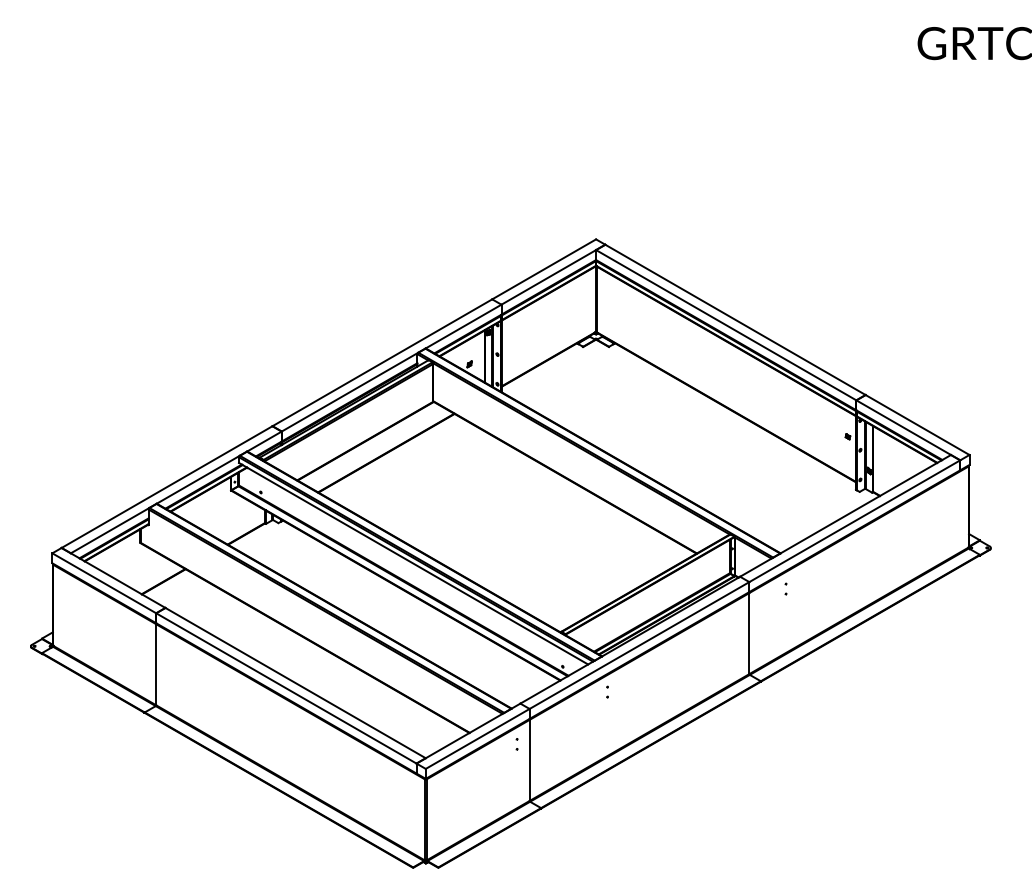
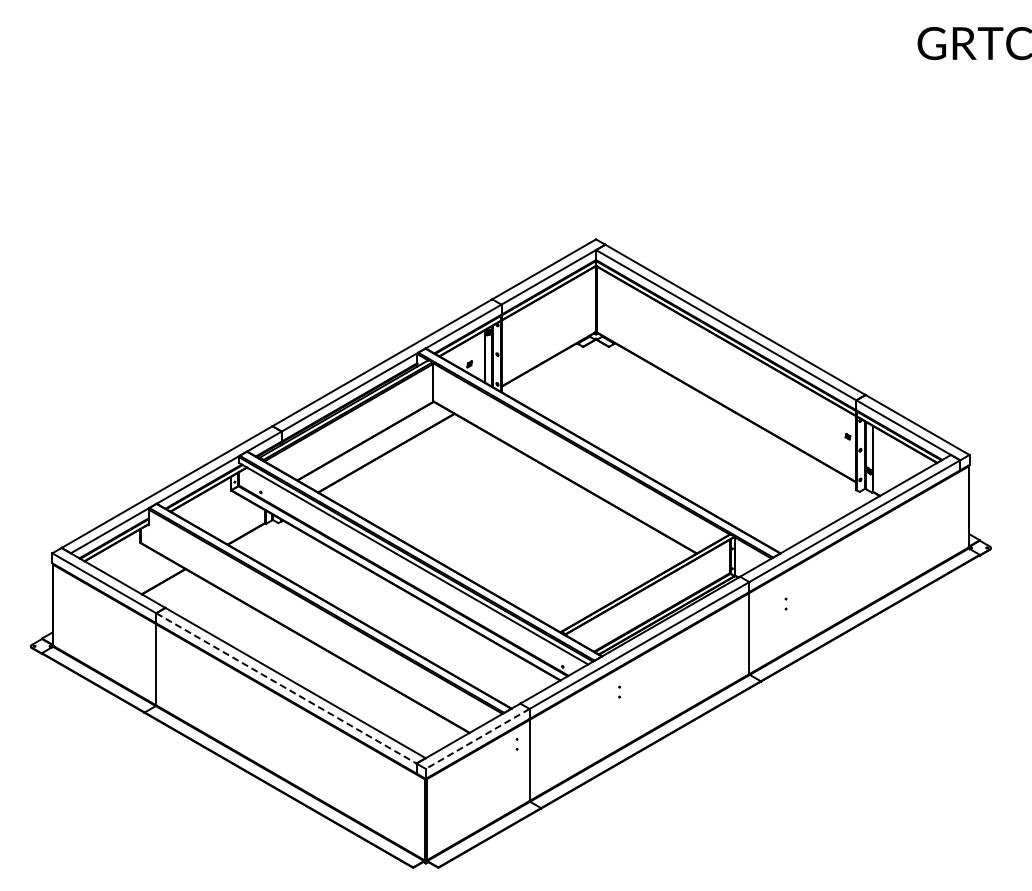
part at (785, 588) position: (785, 588) -> (785, 603)
line at (286, 688): solid -> dashed
part at (607, 691) position: (607, 691) -> (619, 691)
line at (477, 738): solid -> dashed
